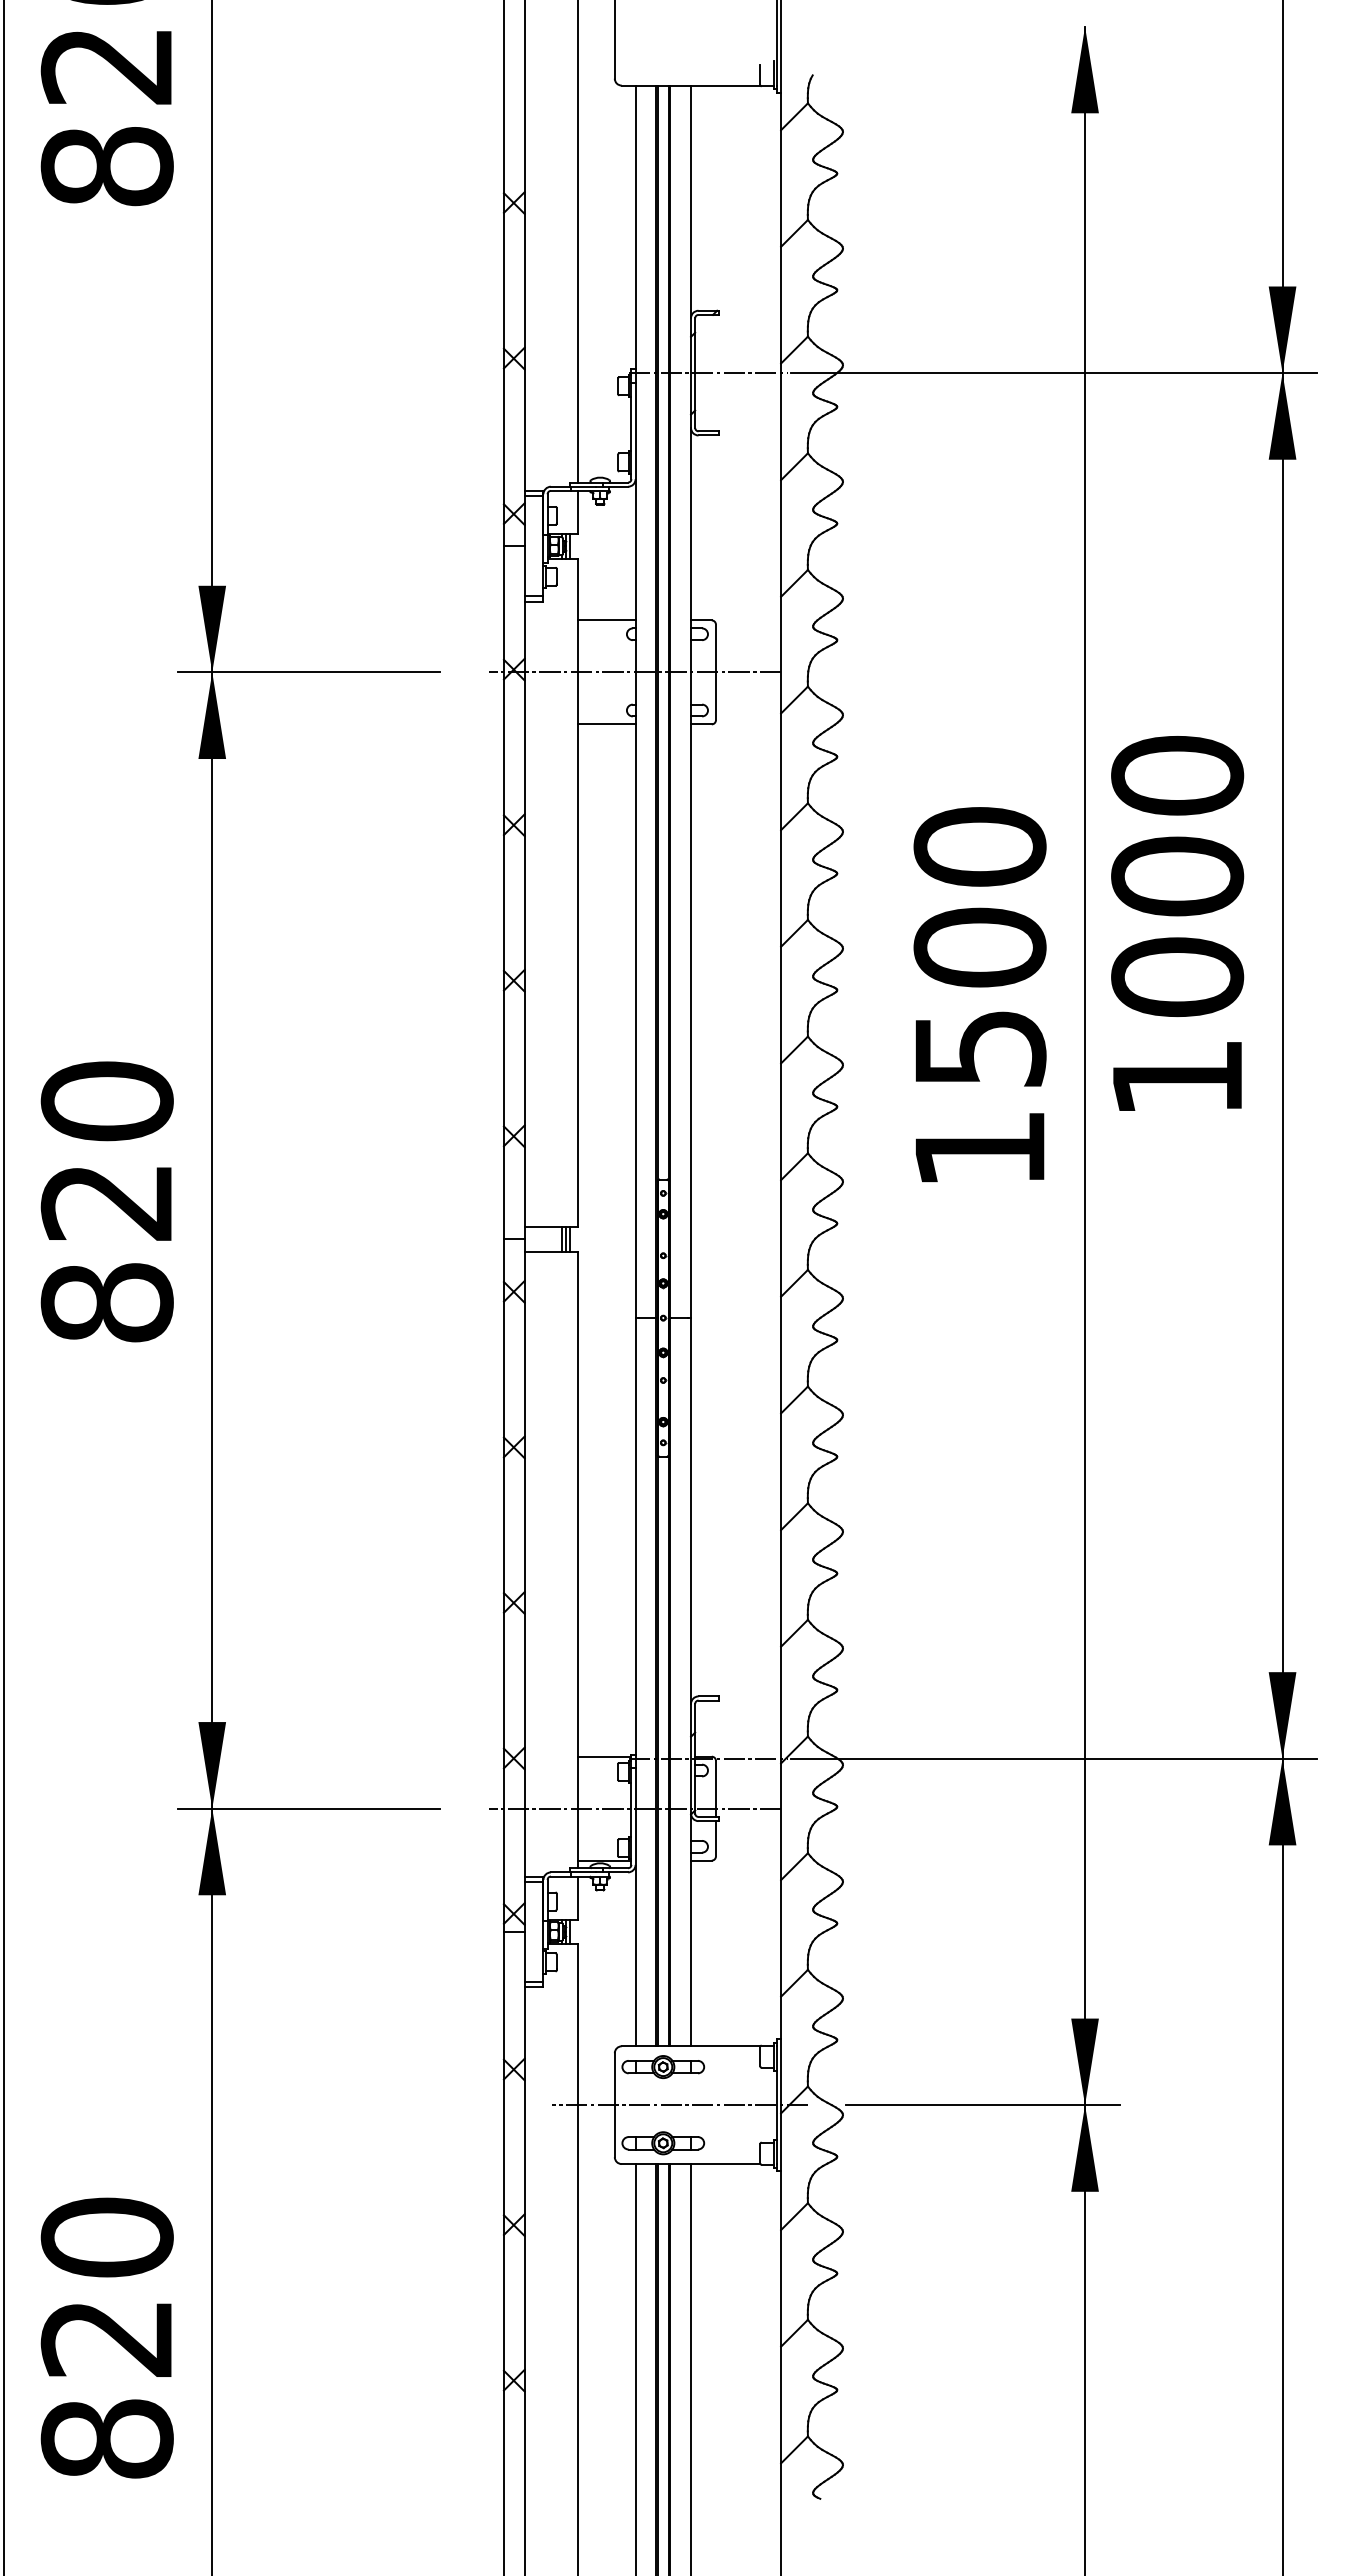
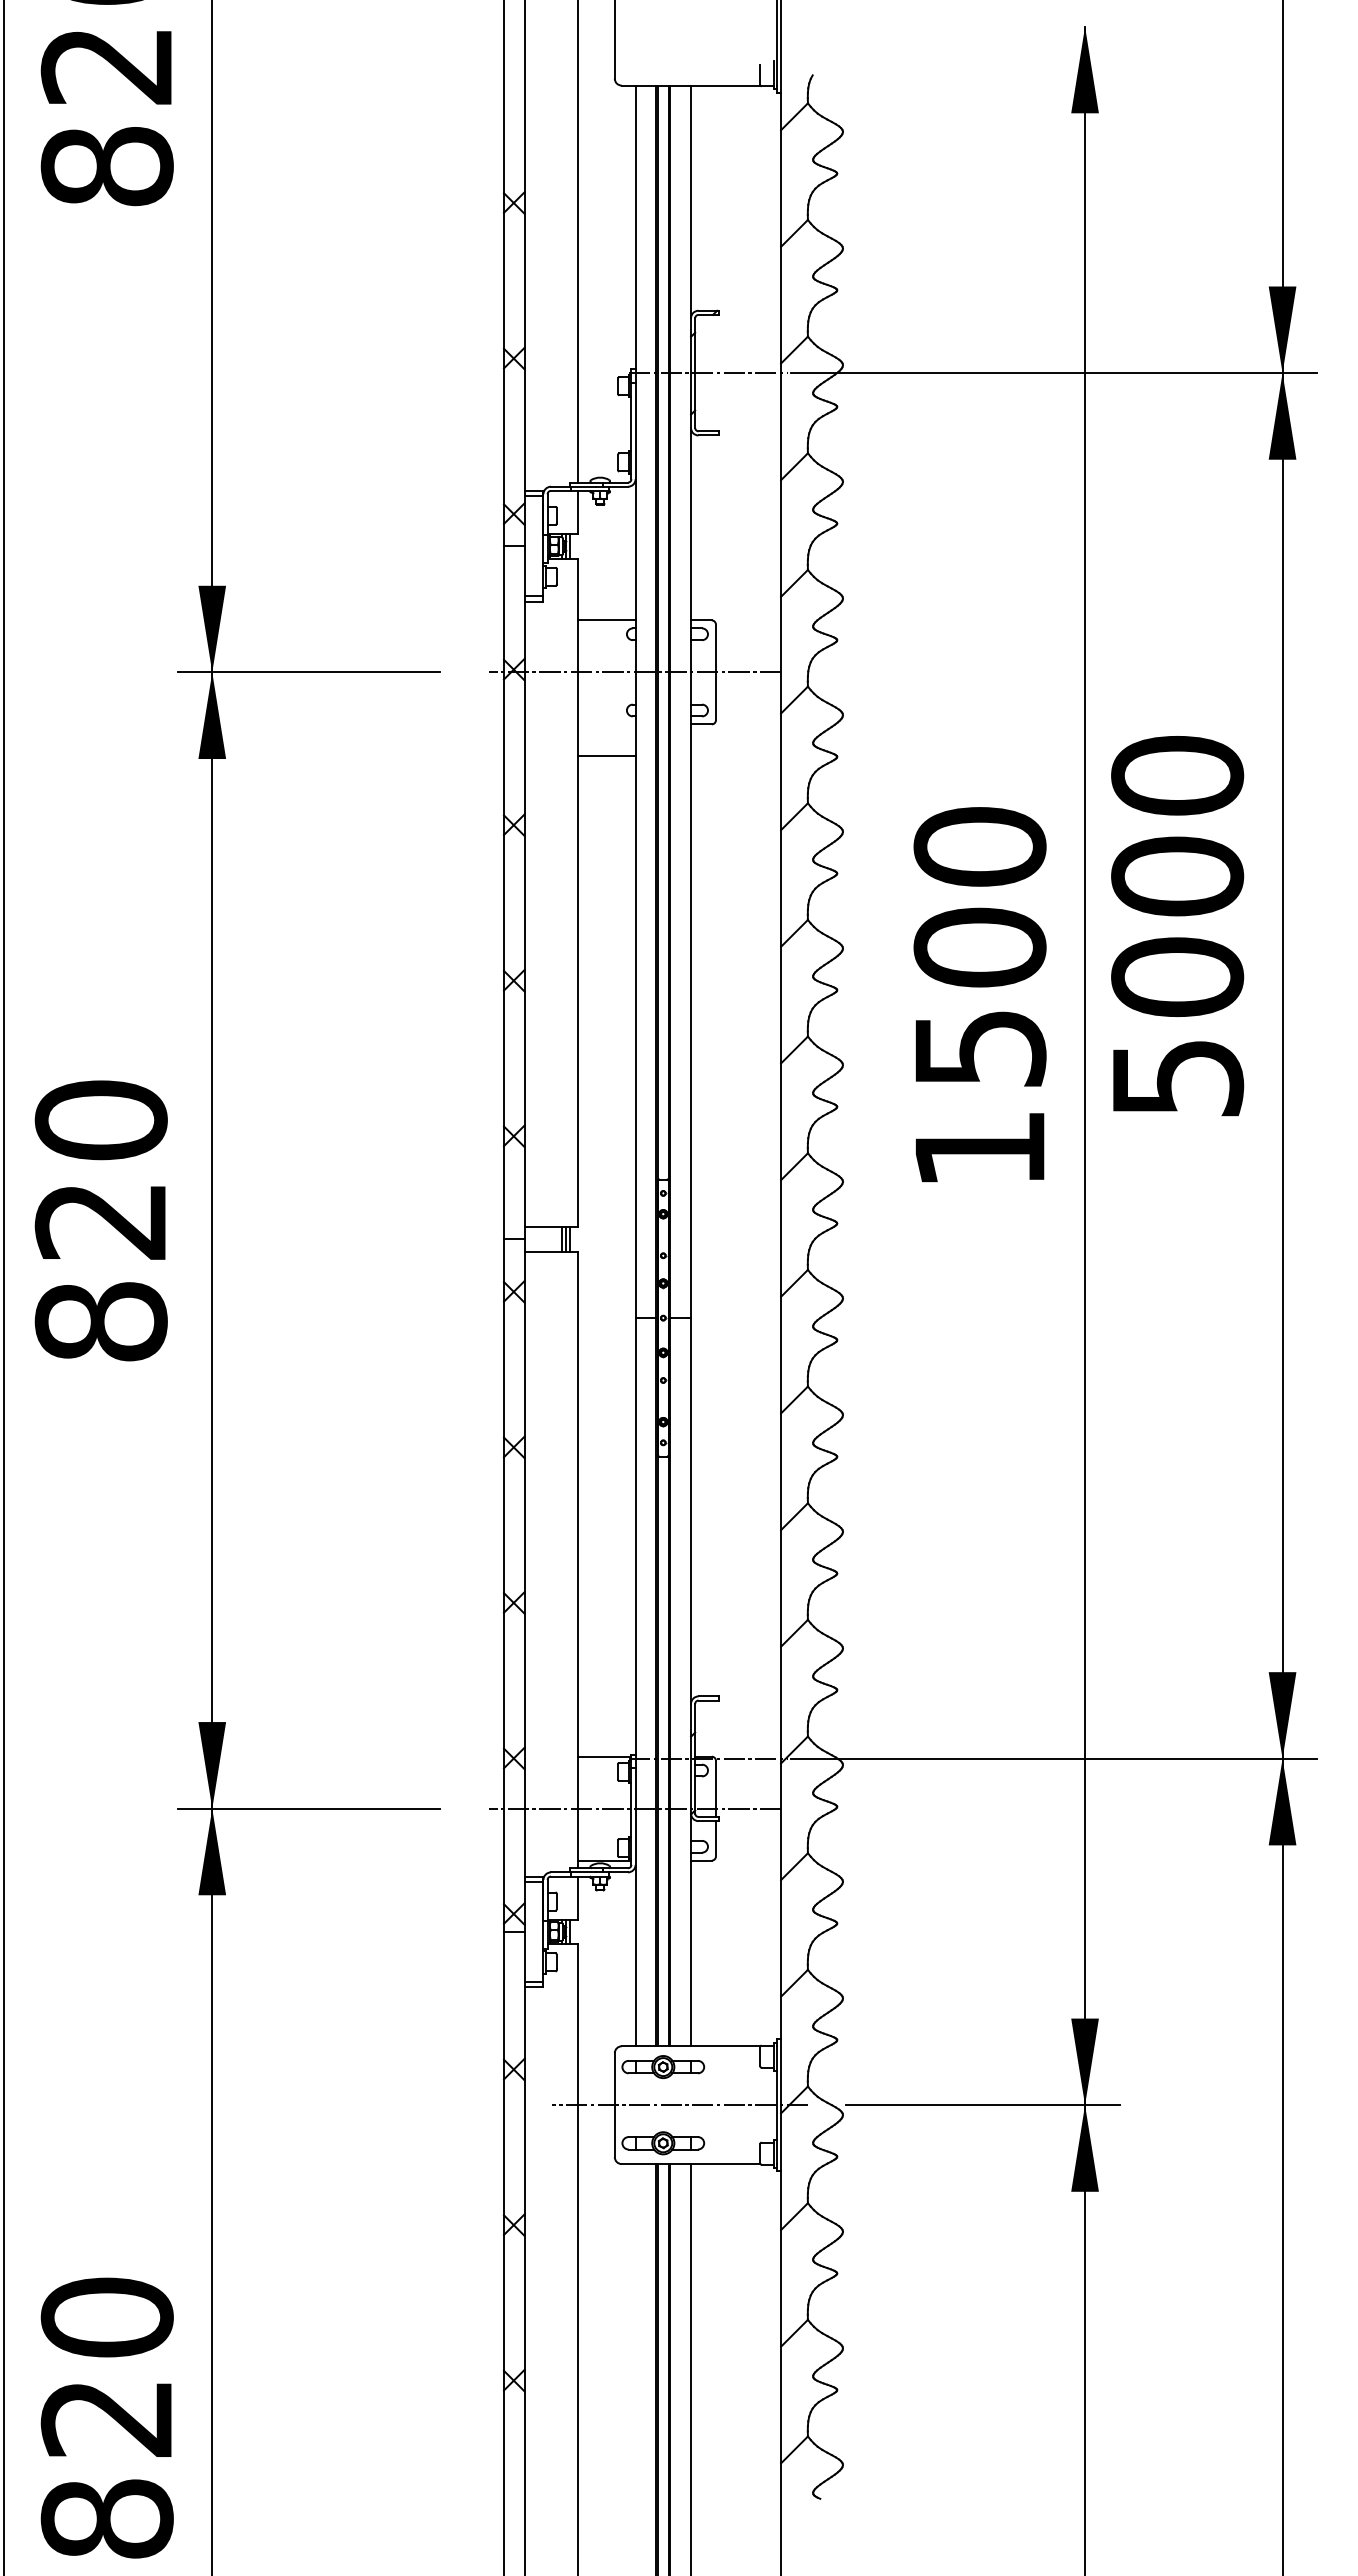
line at (606, 724) position: (606, 724) -> (606, 756)
text at (1178, 1078): 1000 -> 5000
text at (106, 1201) position: (106, 1201) -> (100, 1220)
text at (106, 2337) position: (106, 2337) -> (106, 2417)
line at (635, 2368): present -> none
